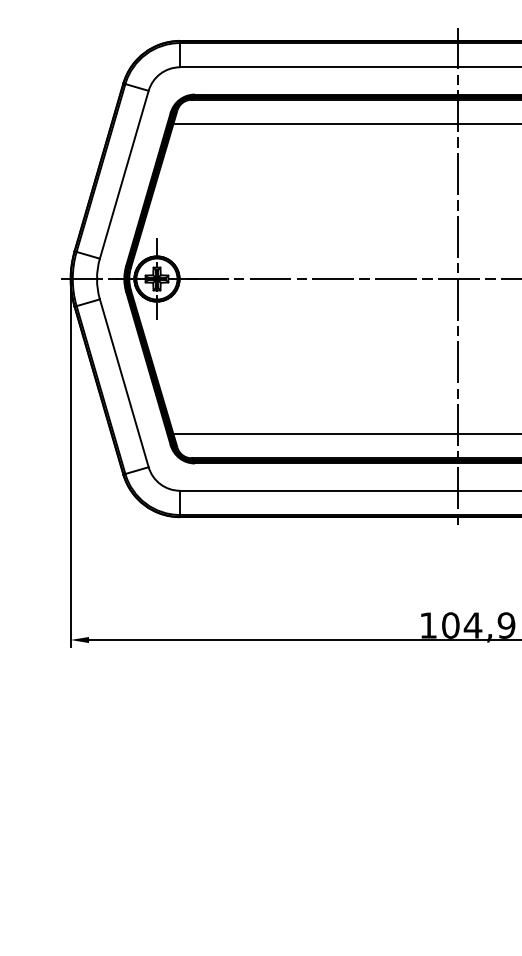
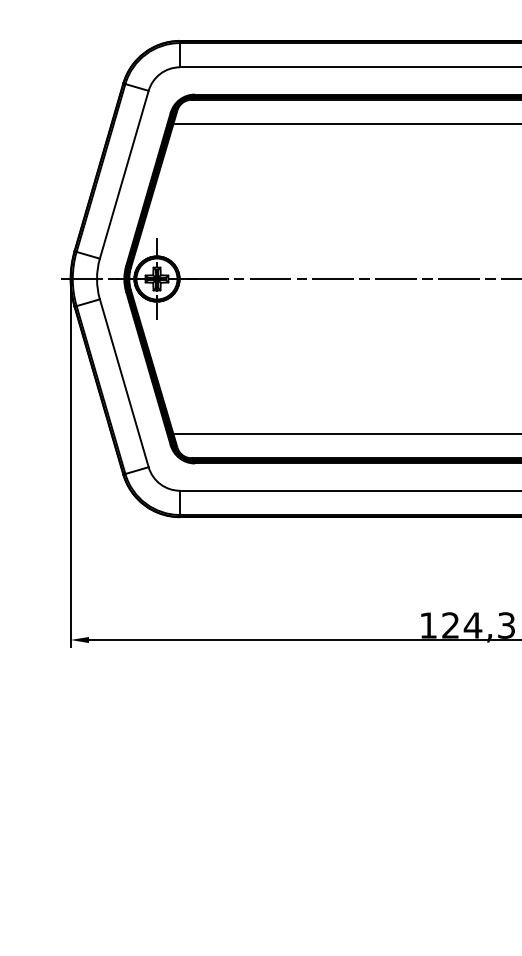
line at (457, 278): present -> none
text at (478, 625): 104,9 -> 124,3
